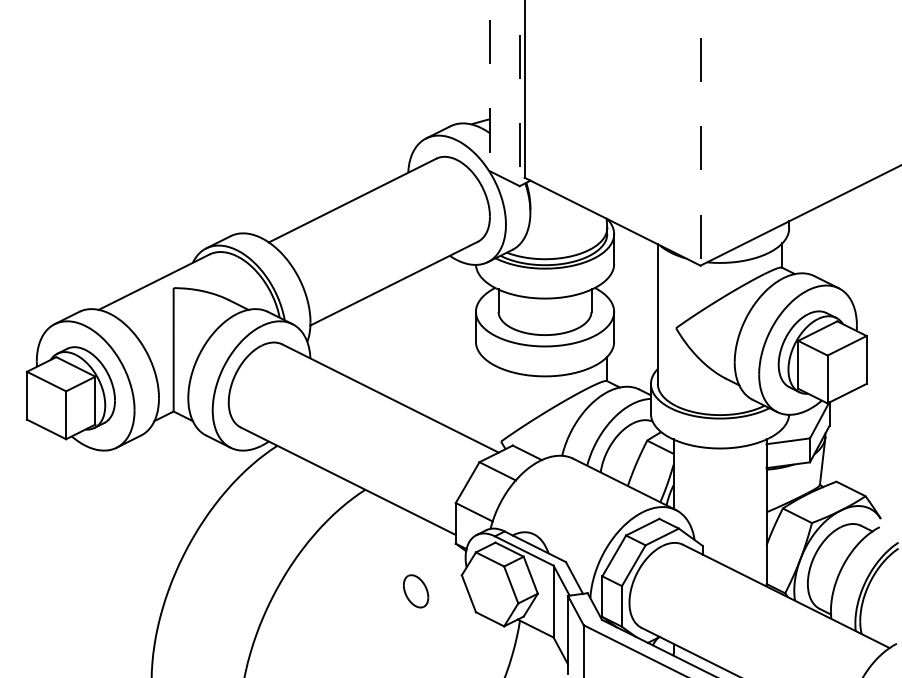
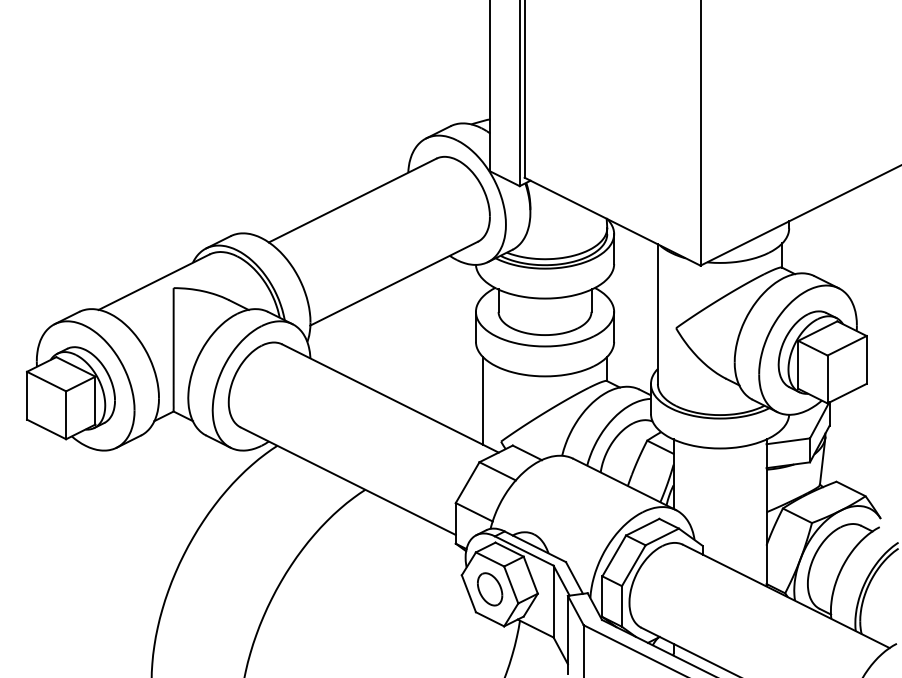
line at (490, 86): dashed -> solid
line at (519, 93): dashed -> solid
line at (700, 133): dashed -> solid
line at (482, 400): none -> present
part at (416, 591) position: (416, 591) -> (490, 589)
